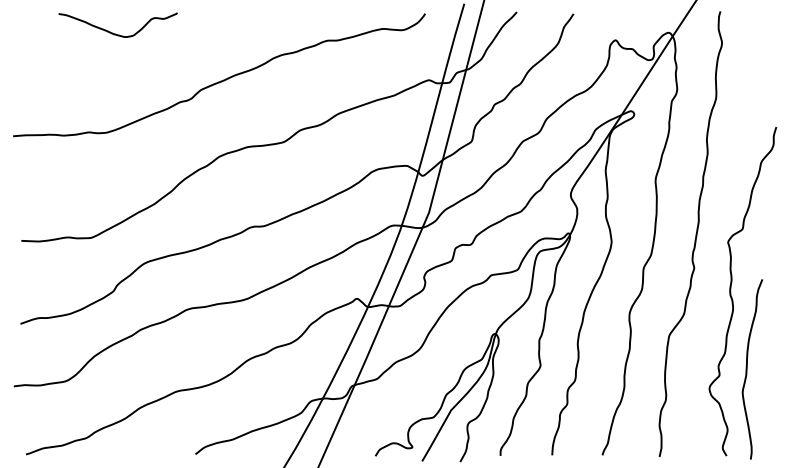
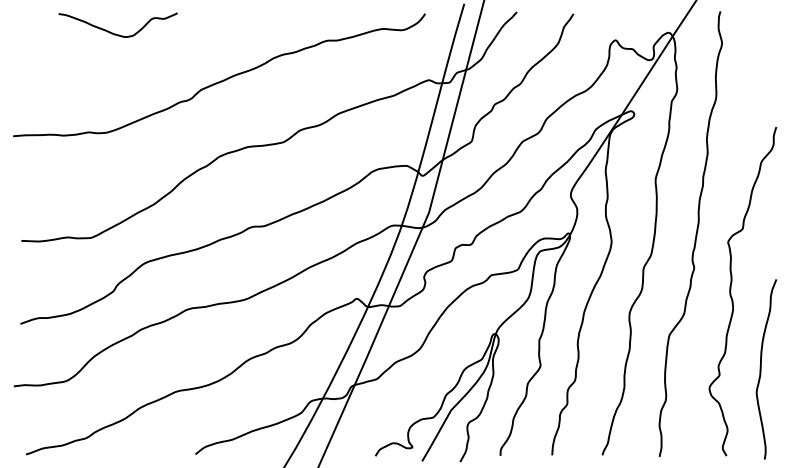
curve at (747, 369) position: (747, 369) -> (761, 369)
